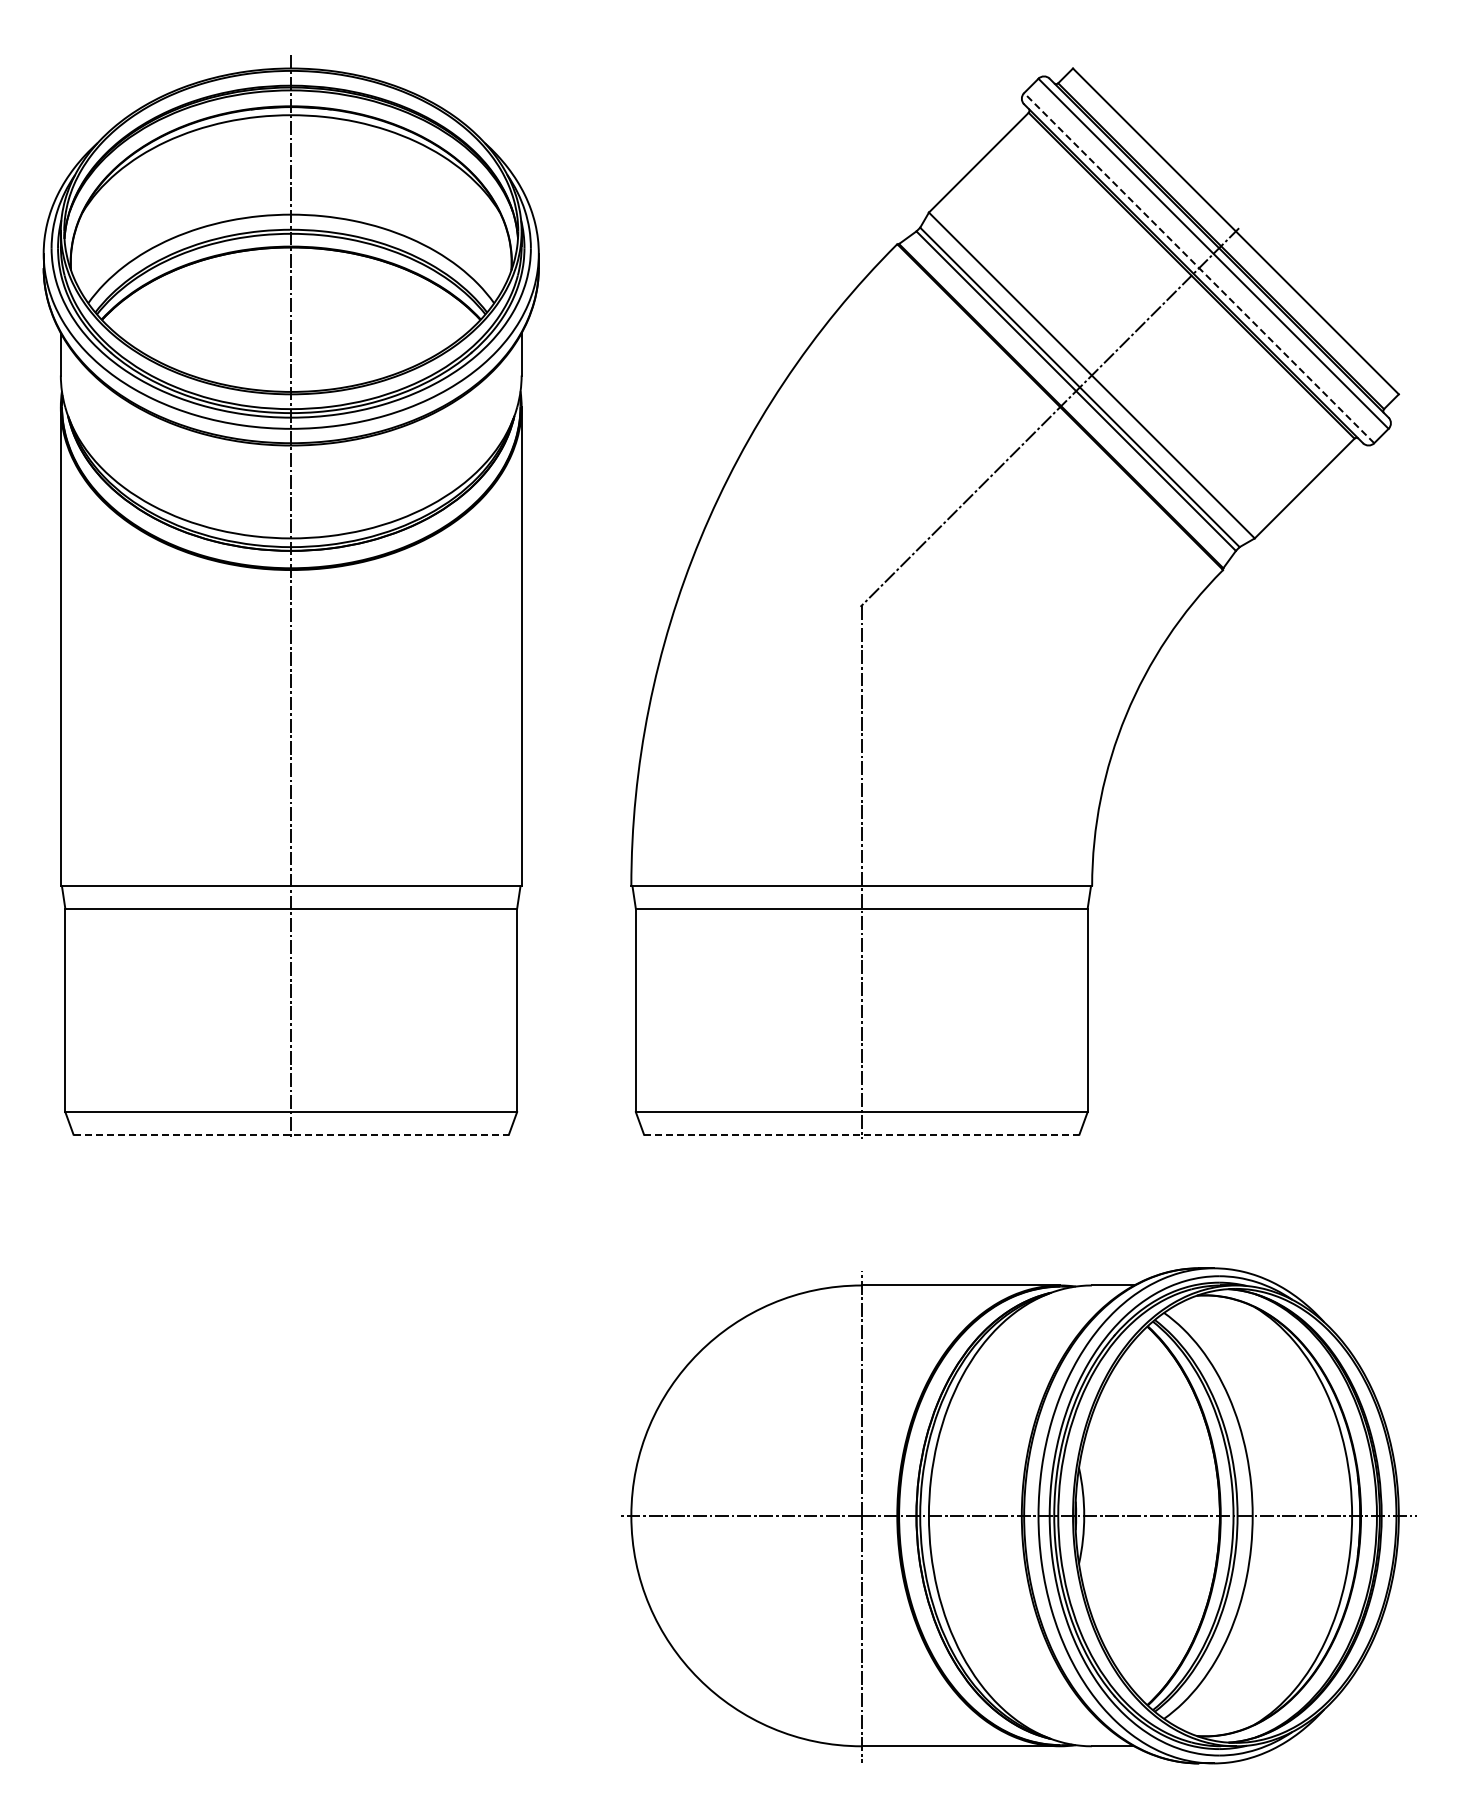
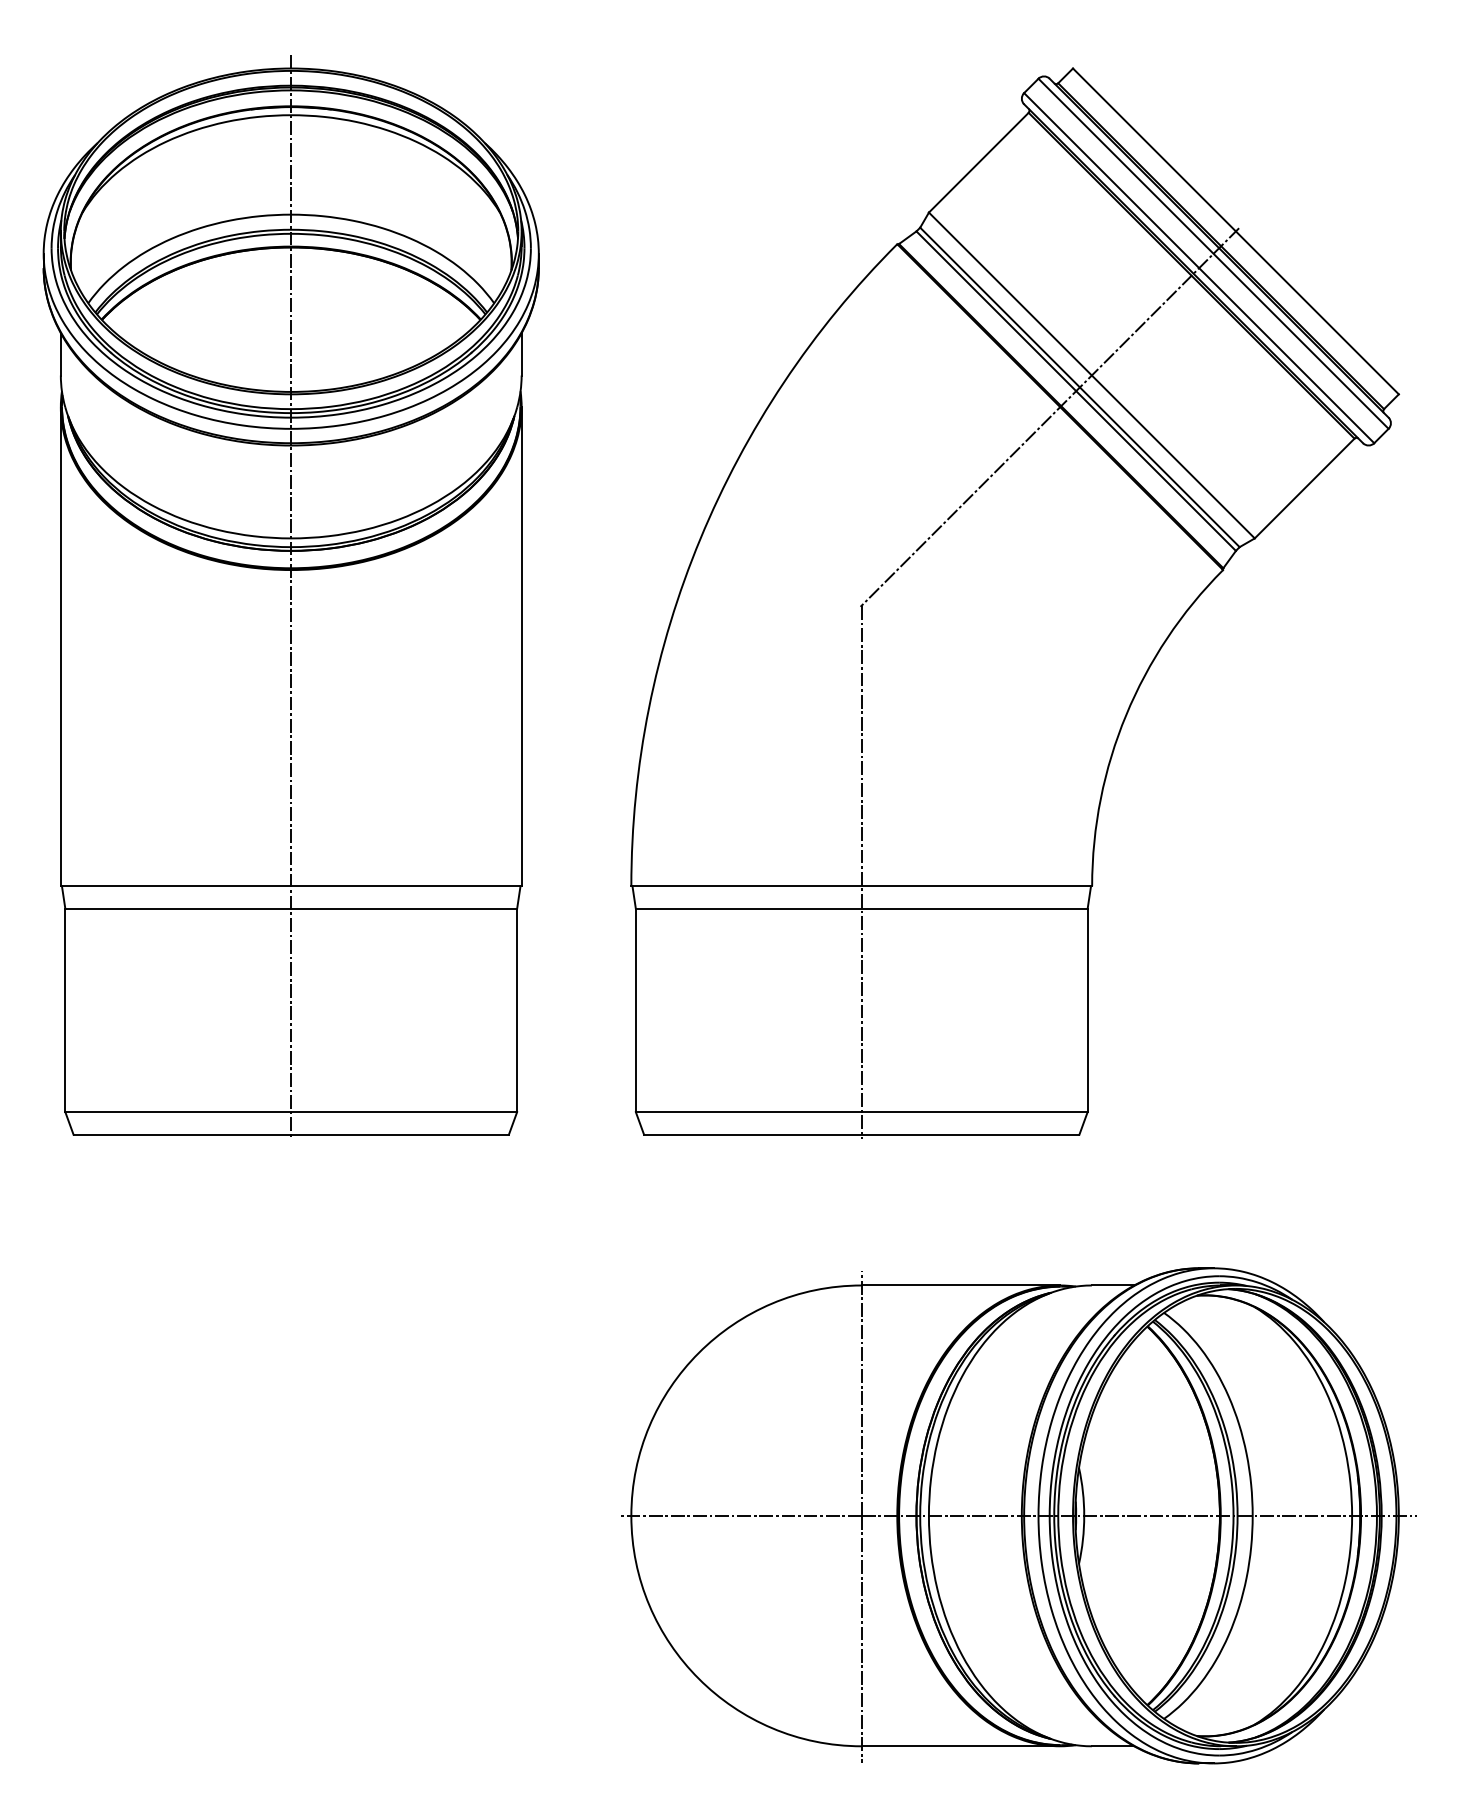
line at (1199, 268): dashed -> solid
line at (291, 1134): dashed -> solid
line at (861, 1134): dashed -> solid
